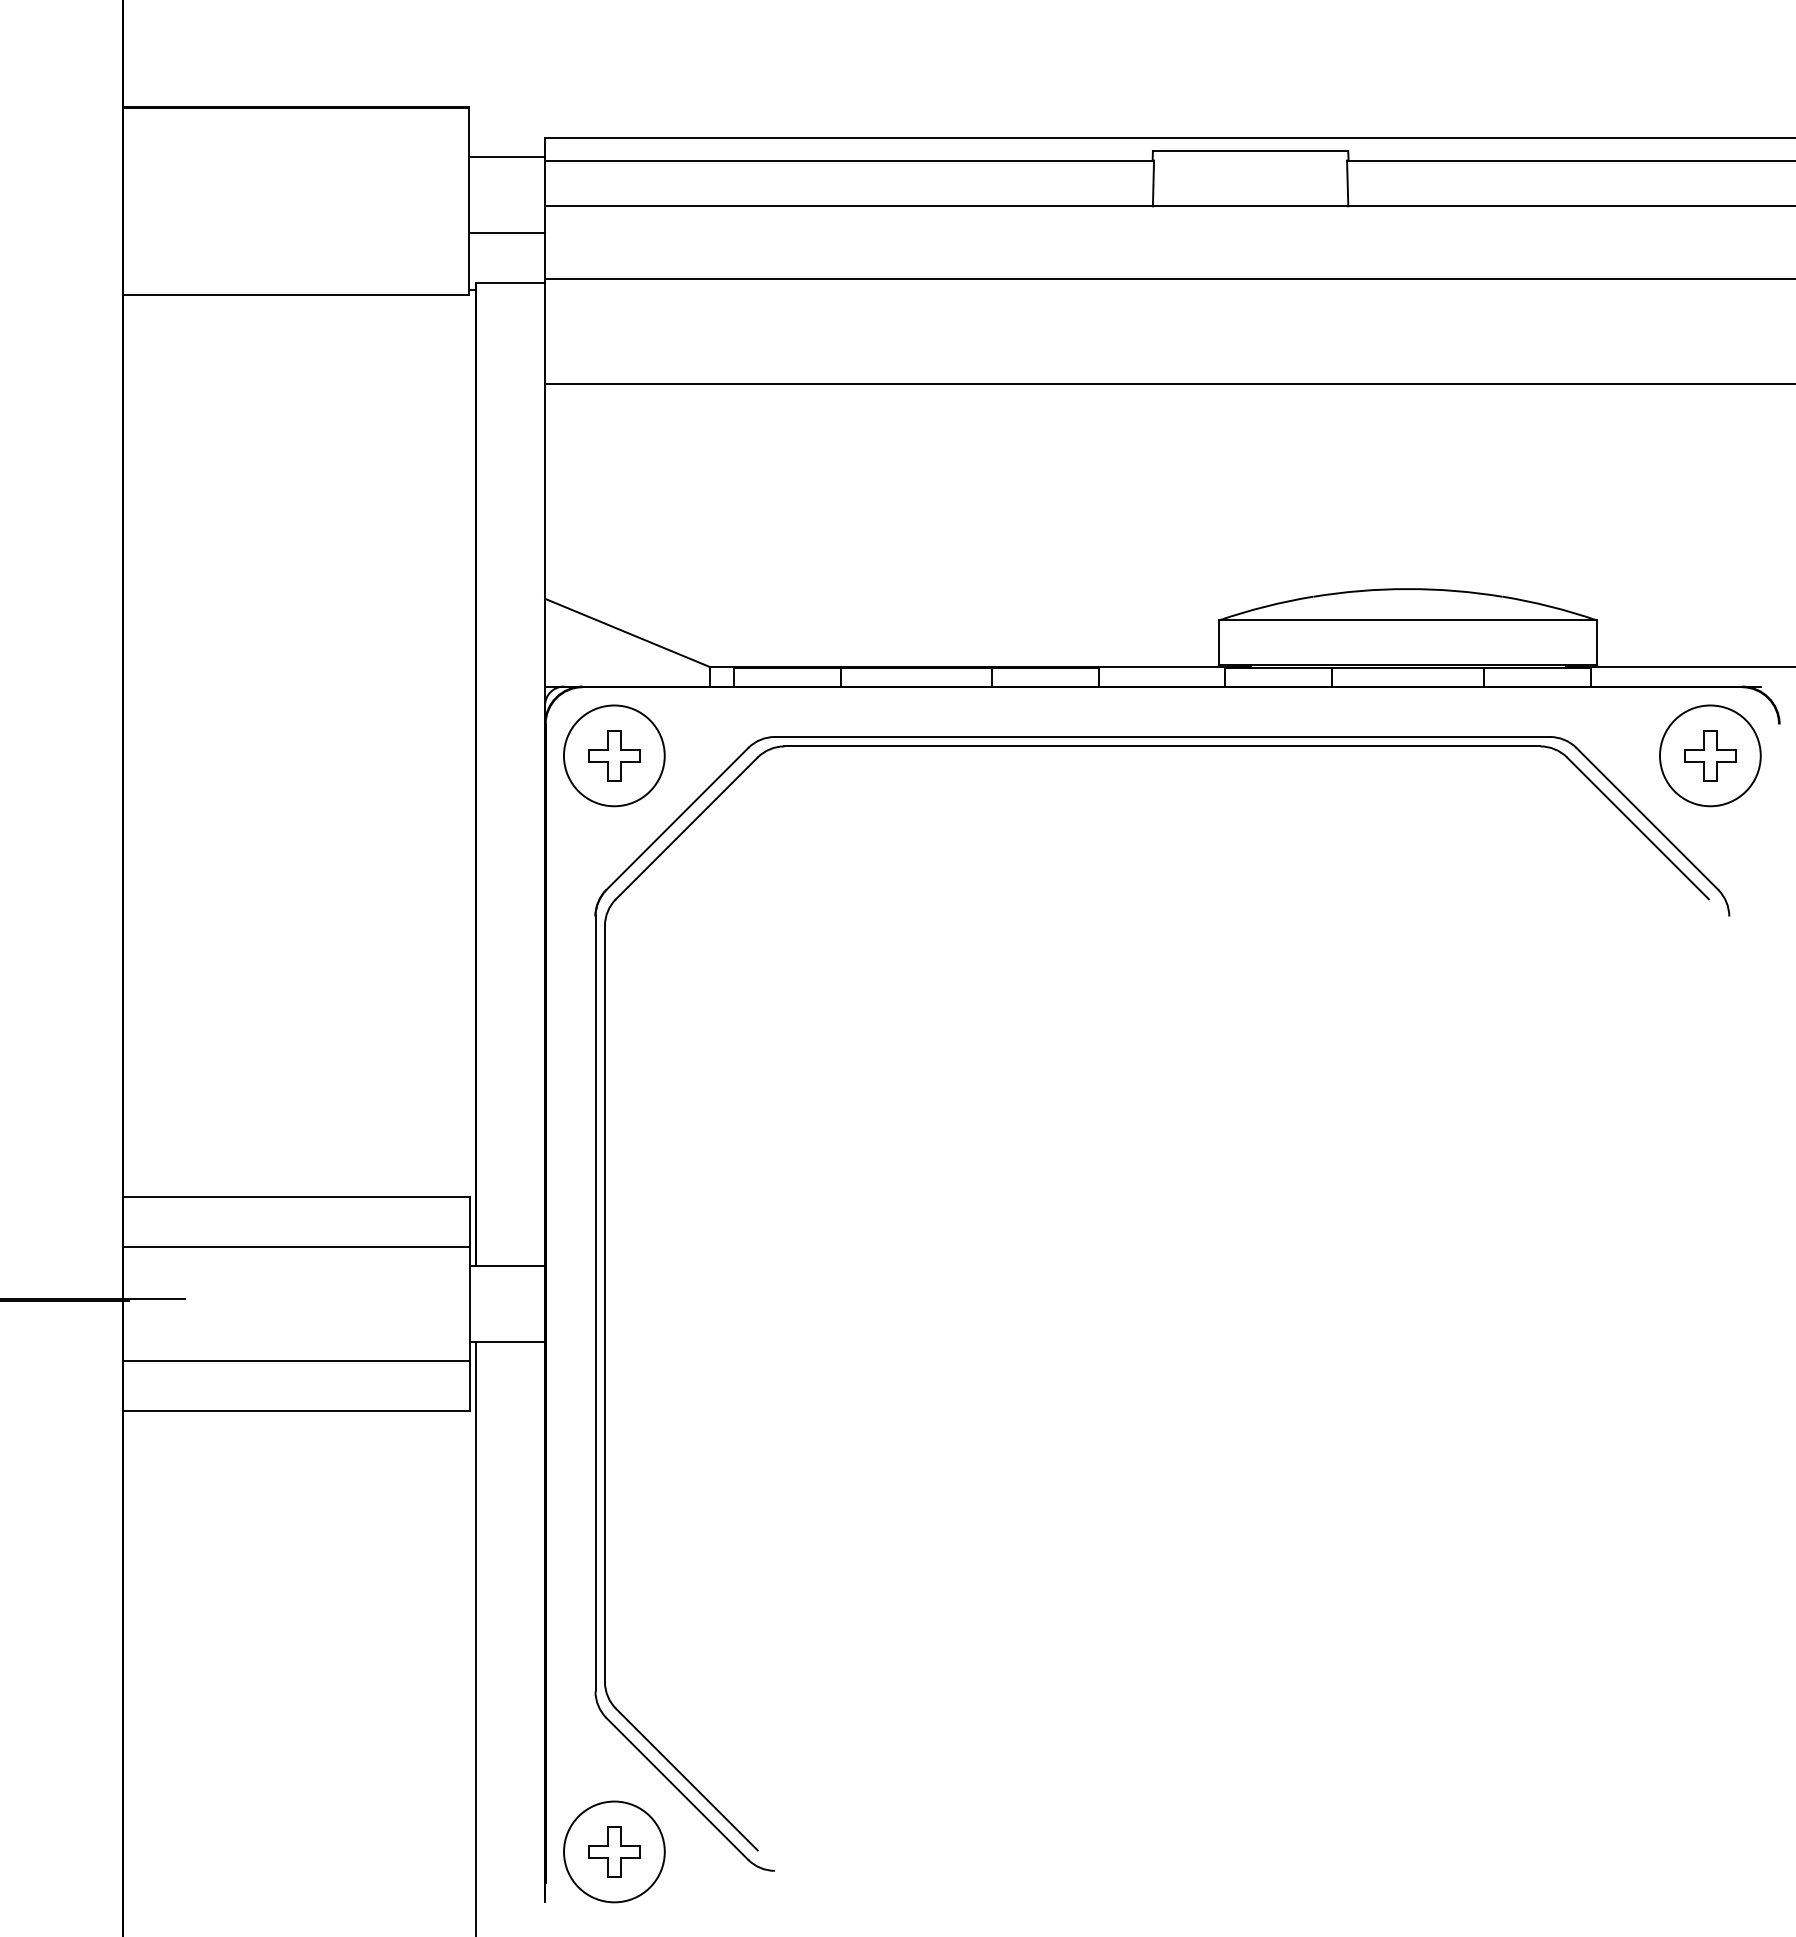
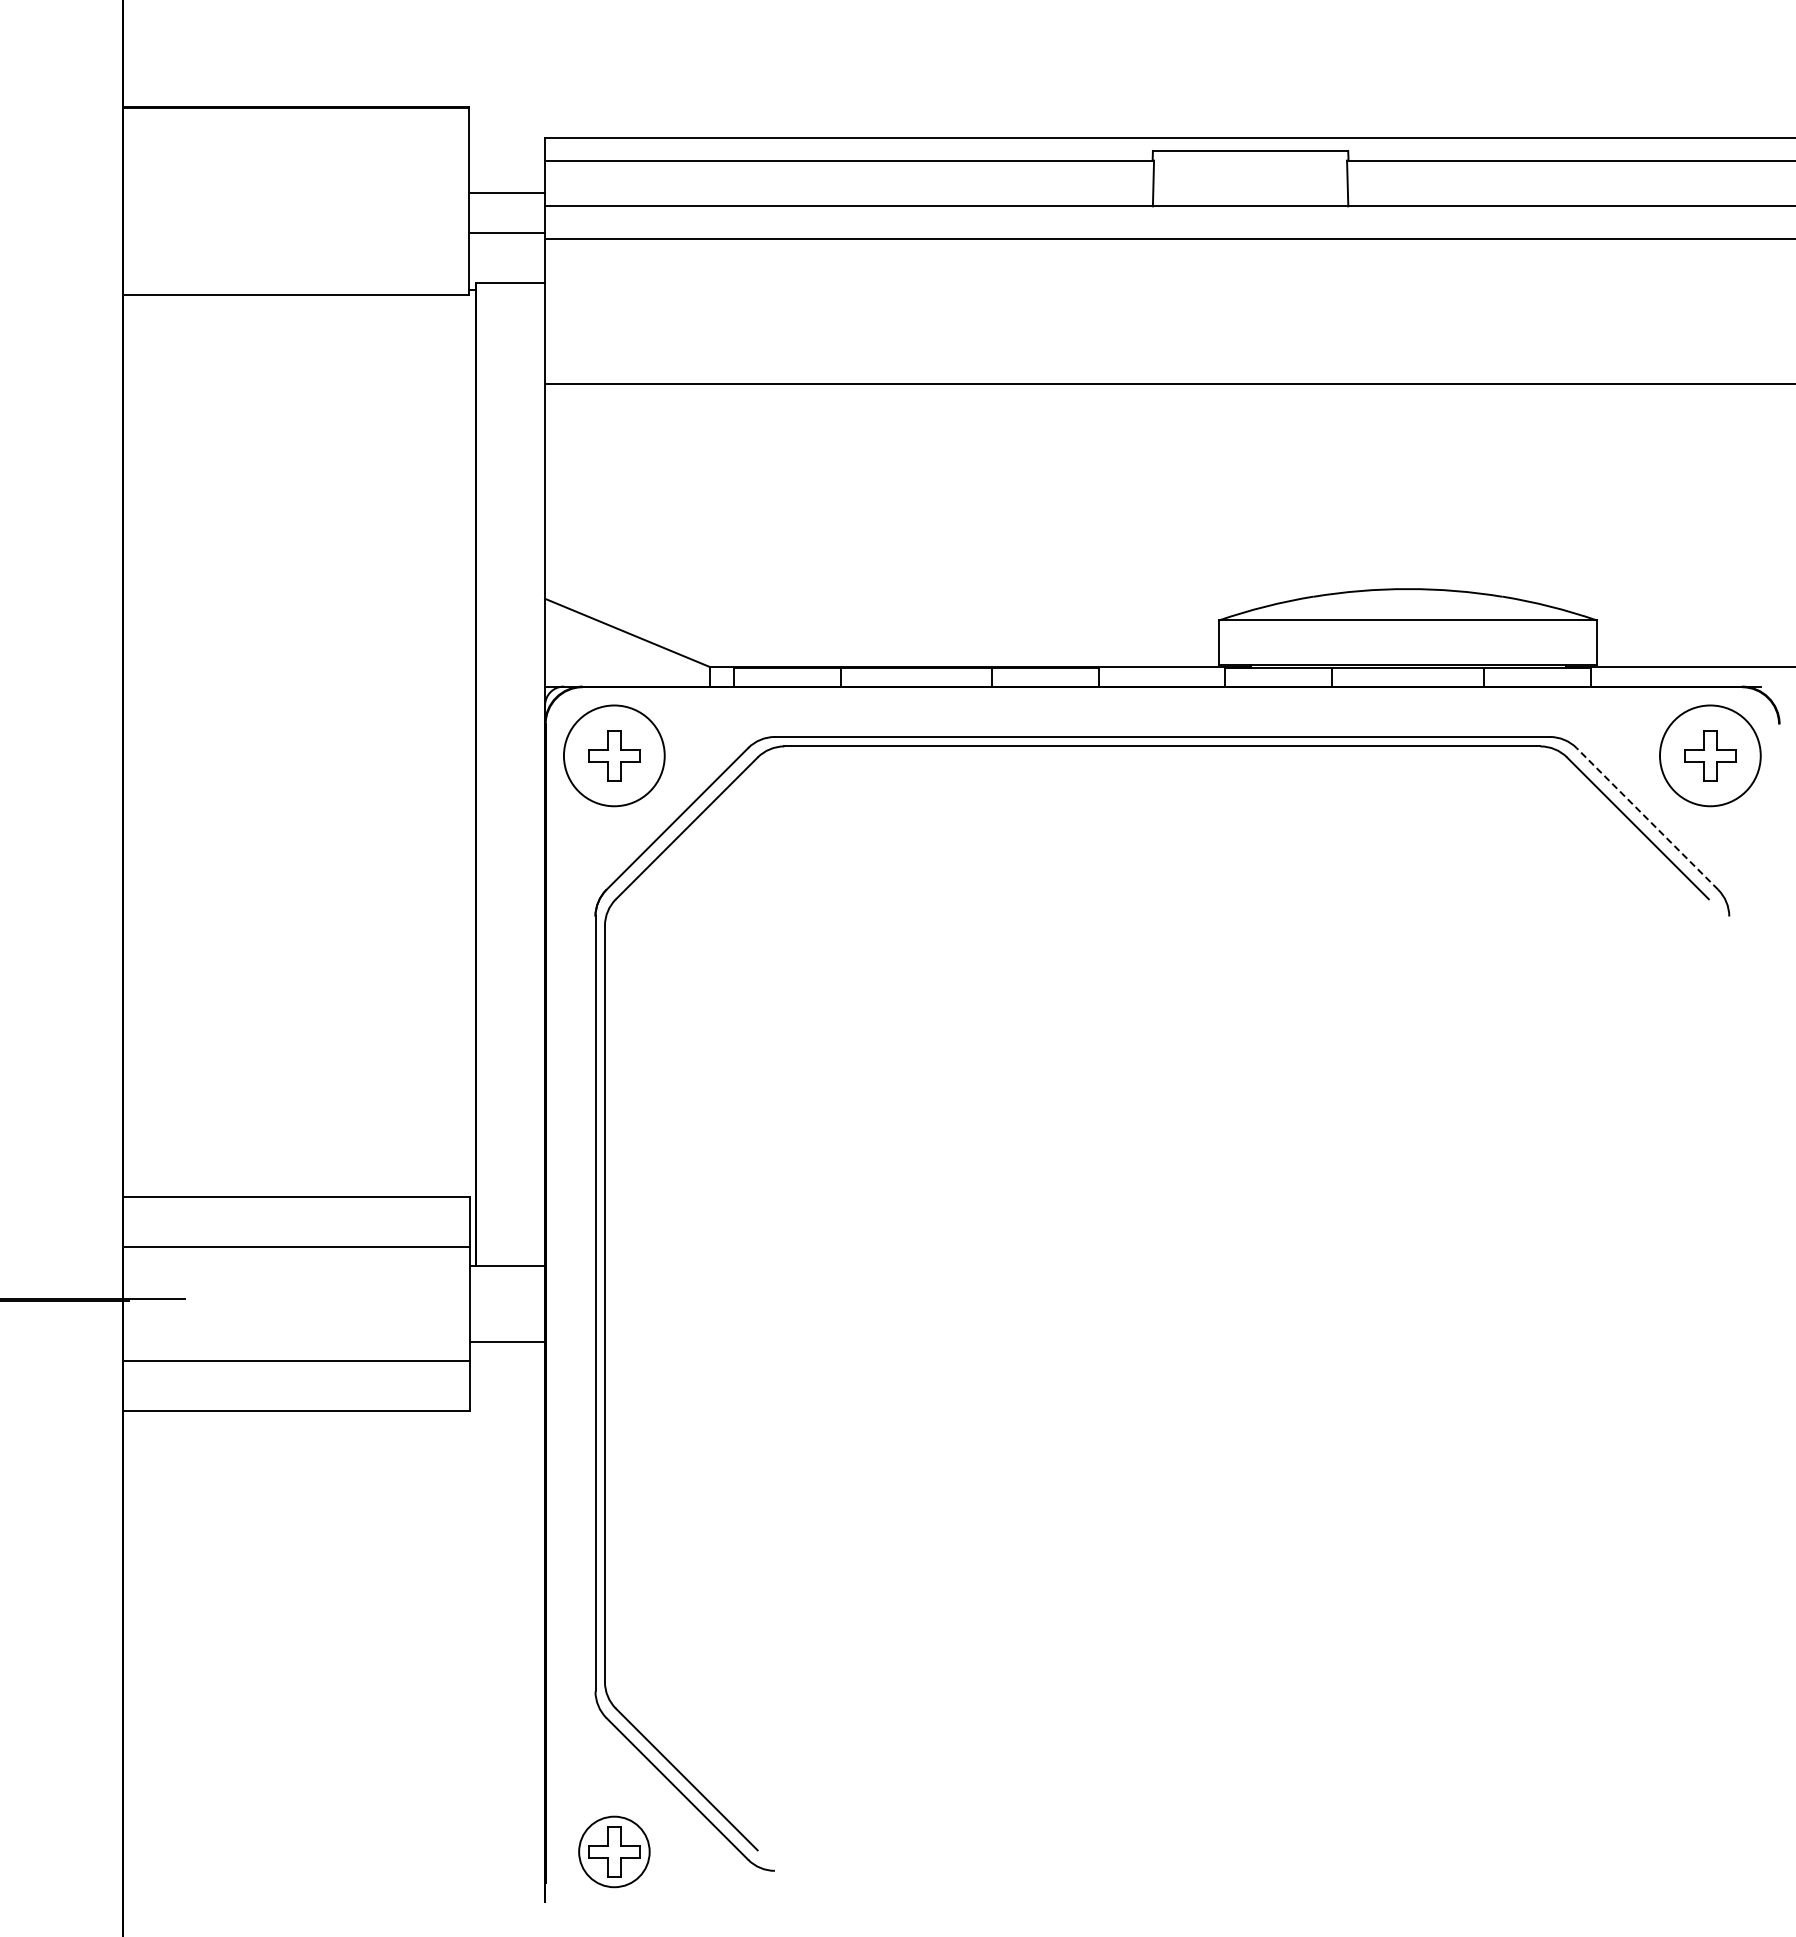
line at (507, 157) position: (507, 157) -> (507, 193)
line at (1168, 278) position: (1168, 278) -> (1168, 238)
line at (1647, 818): solid -> dashed
line at (475, 1637): present -> none
circle at (614, 1851) diameter: 101 px -> 71 px
